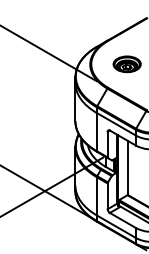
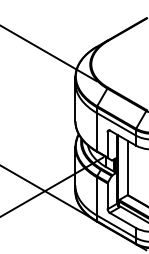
part at (126, 64): present -> none
